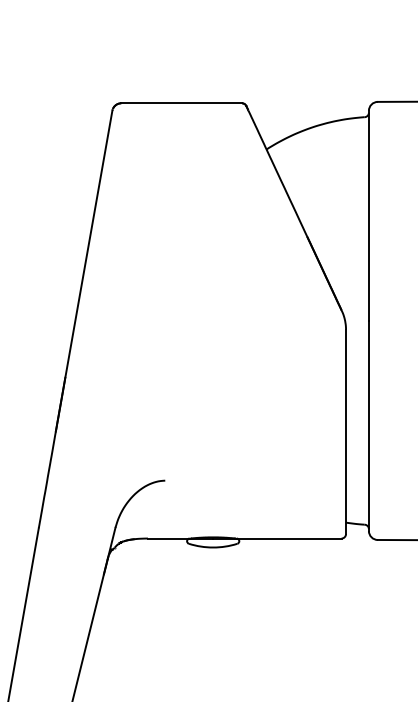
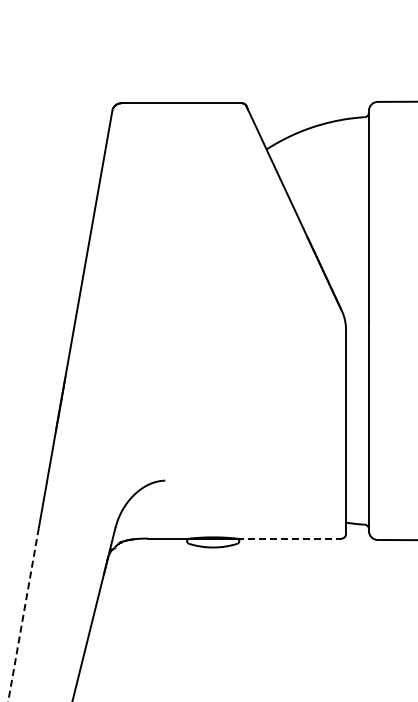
line at (289, 538): solid -> dashed
line at (23, 614): solid -> dashed
